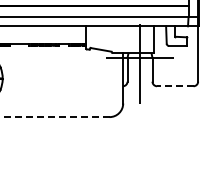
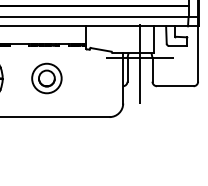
part at (46, 78): none -> present
line at (174, 86): dashed -> solid
line at (54, 117): dashed -> solid
